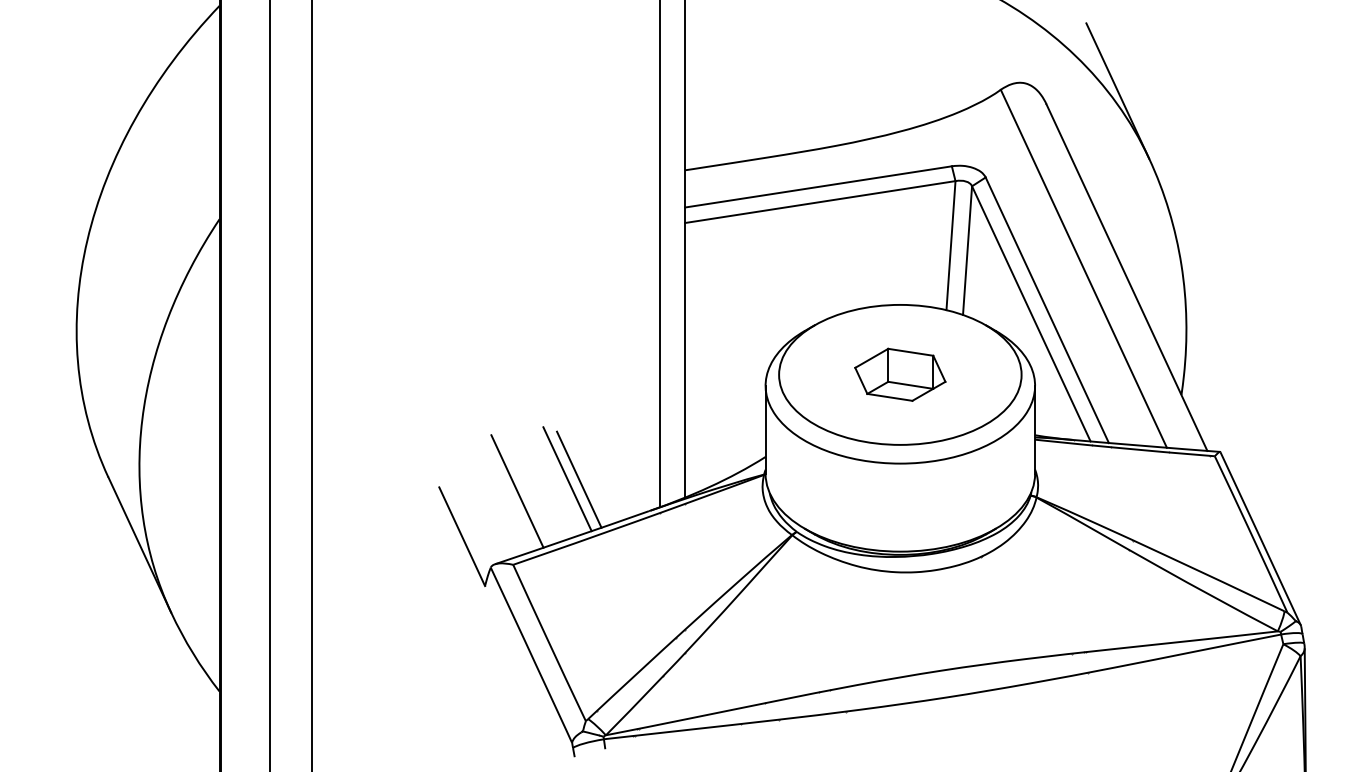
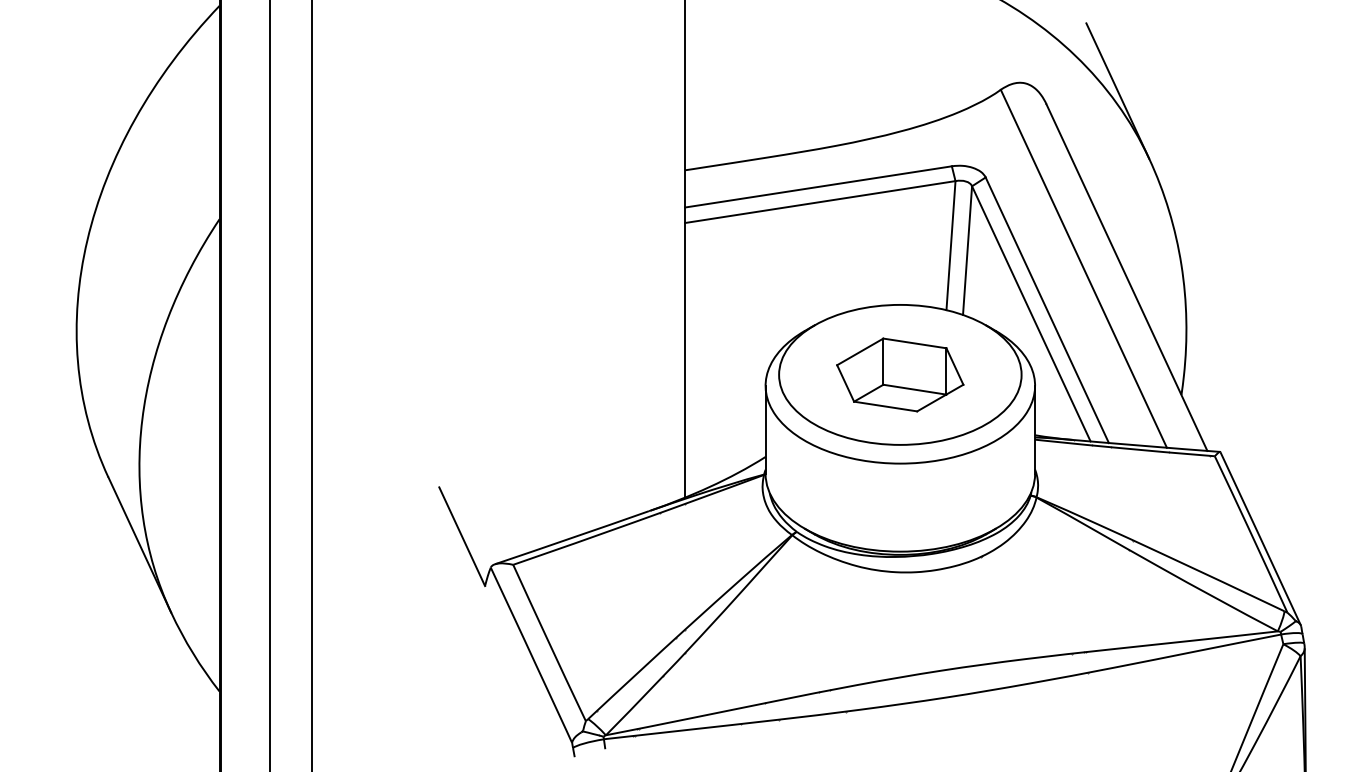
line at (659, 254): present -> none
part at (900, 374) size: 93x55 px -> 129x76 px
line at (567, 479): present -> none
line at (579, 479): present -> none
line at (517, 491): present -> none
